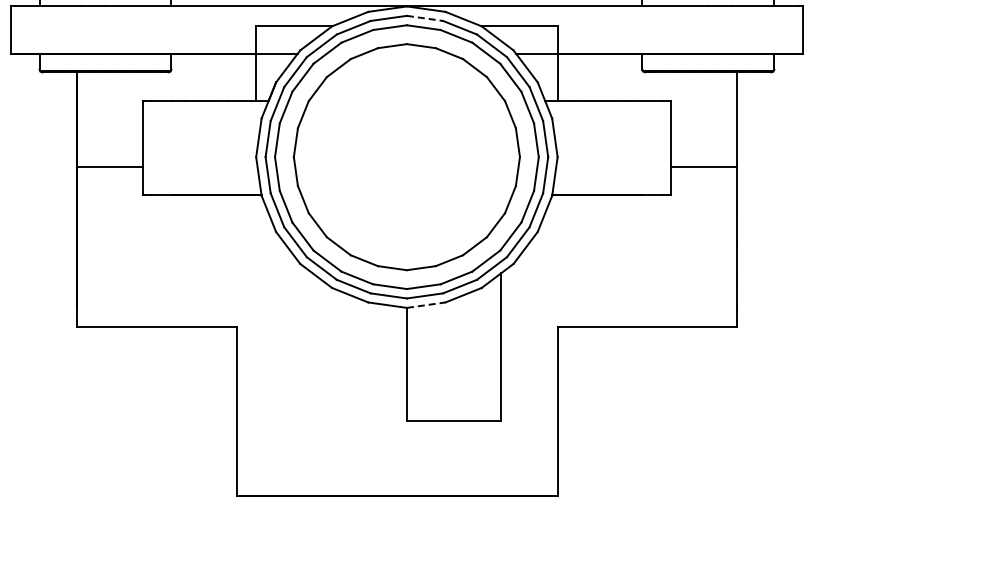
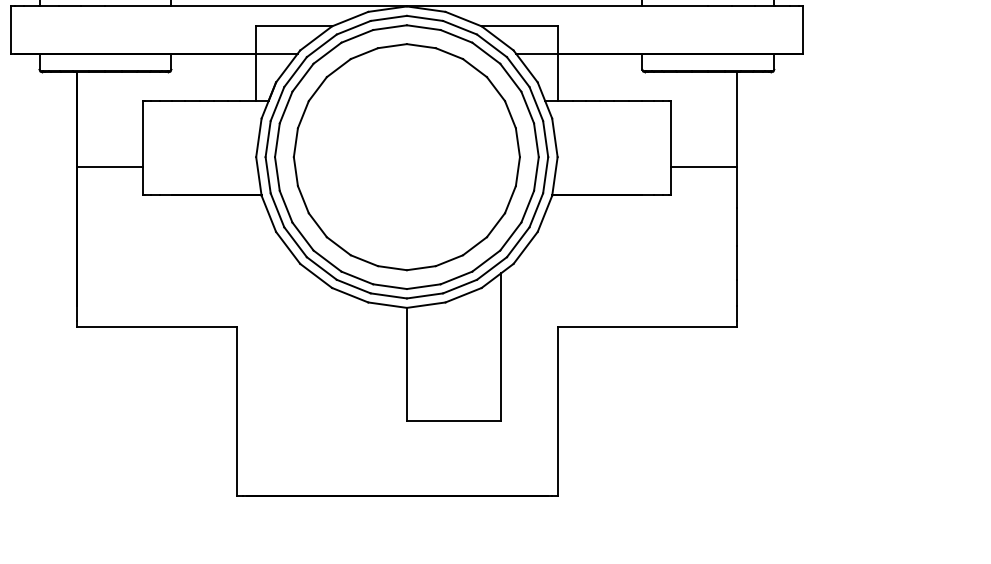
line at (425, 18): dashed -> solid
line at (426, 305): dashed -> solid
